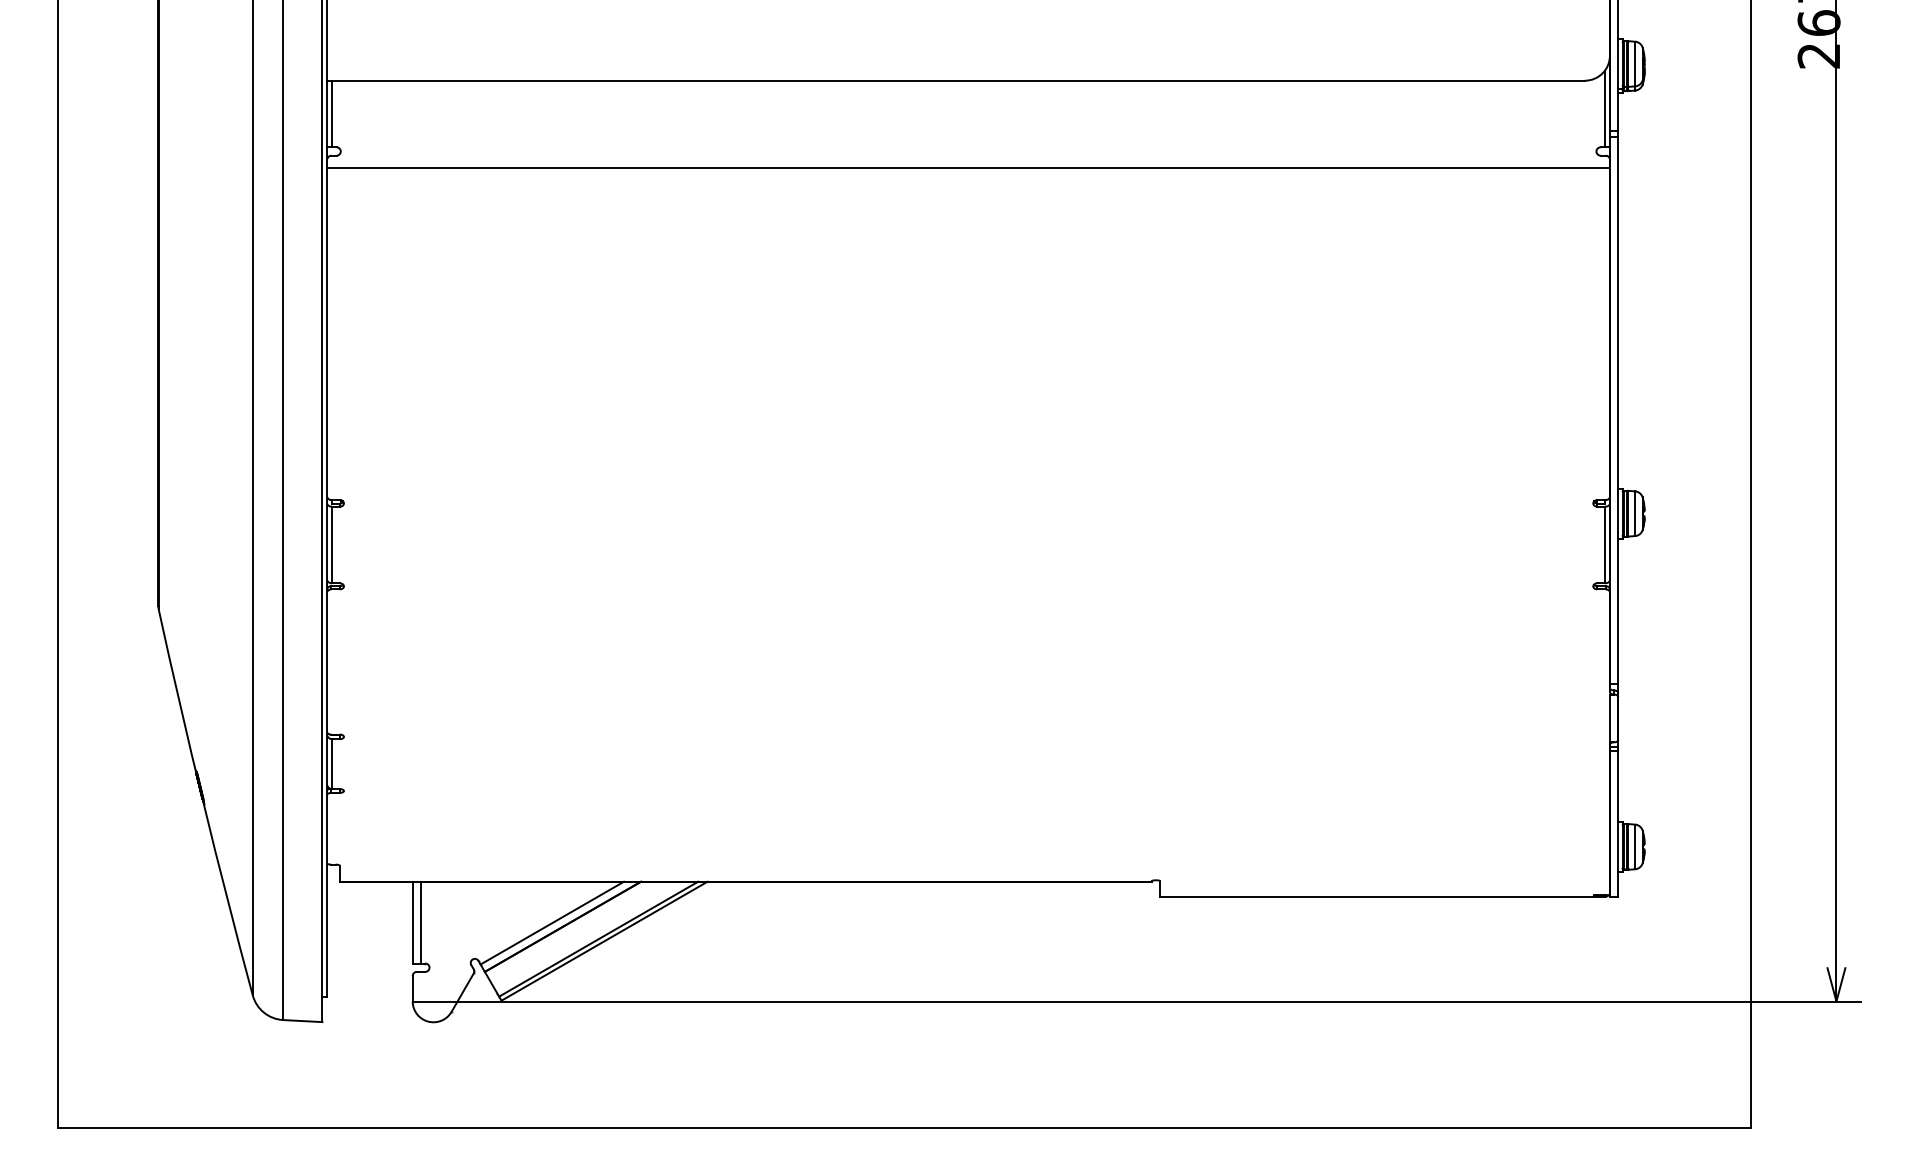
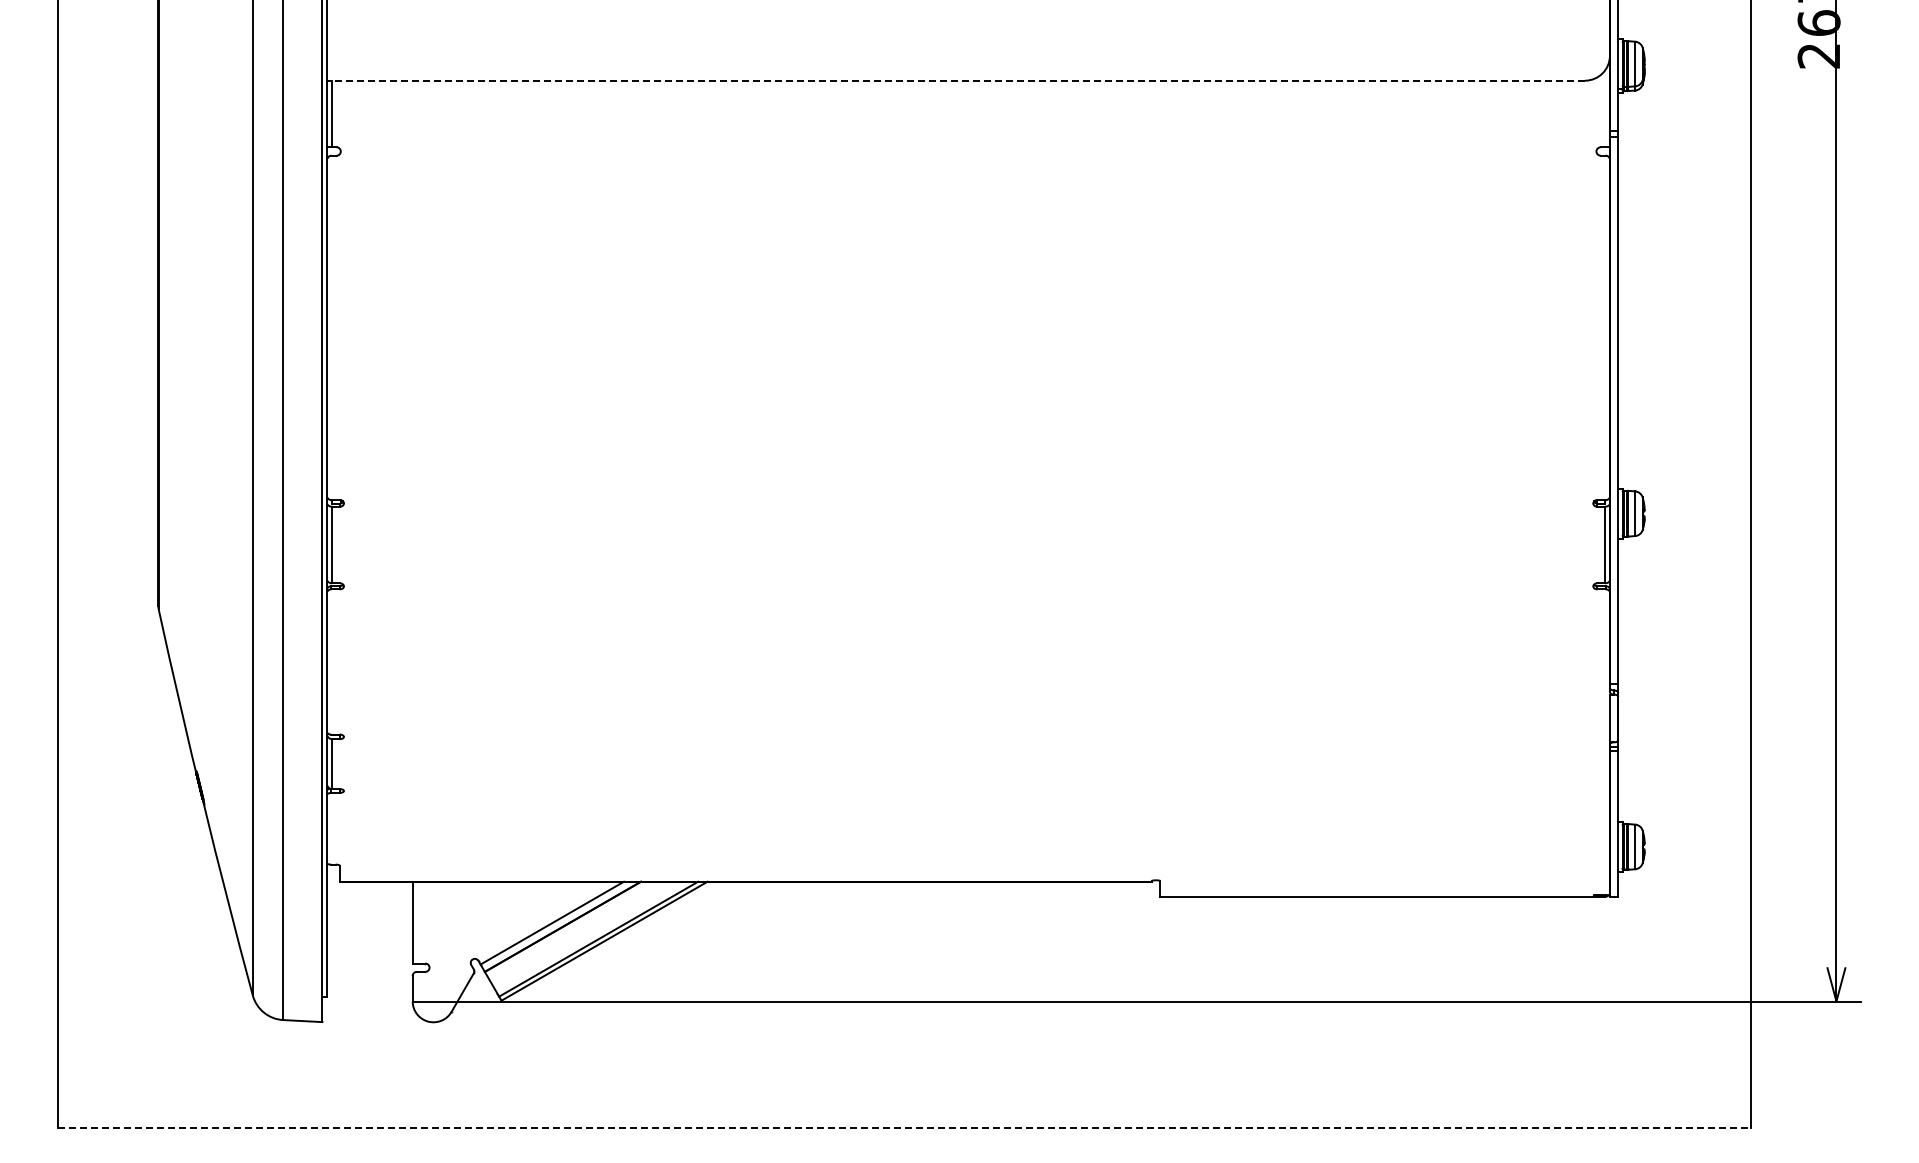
line at (956, 80): solid -> dashed
line at (1604, 108): present -> none
line at (968, 167): present -> none
line at (421, 922): present -> none
line at (904, 1128): solid -> dashed
